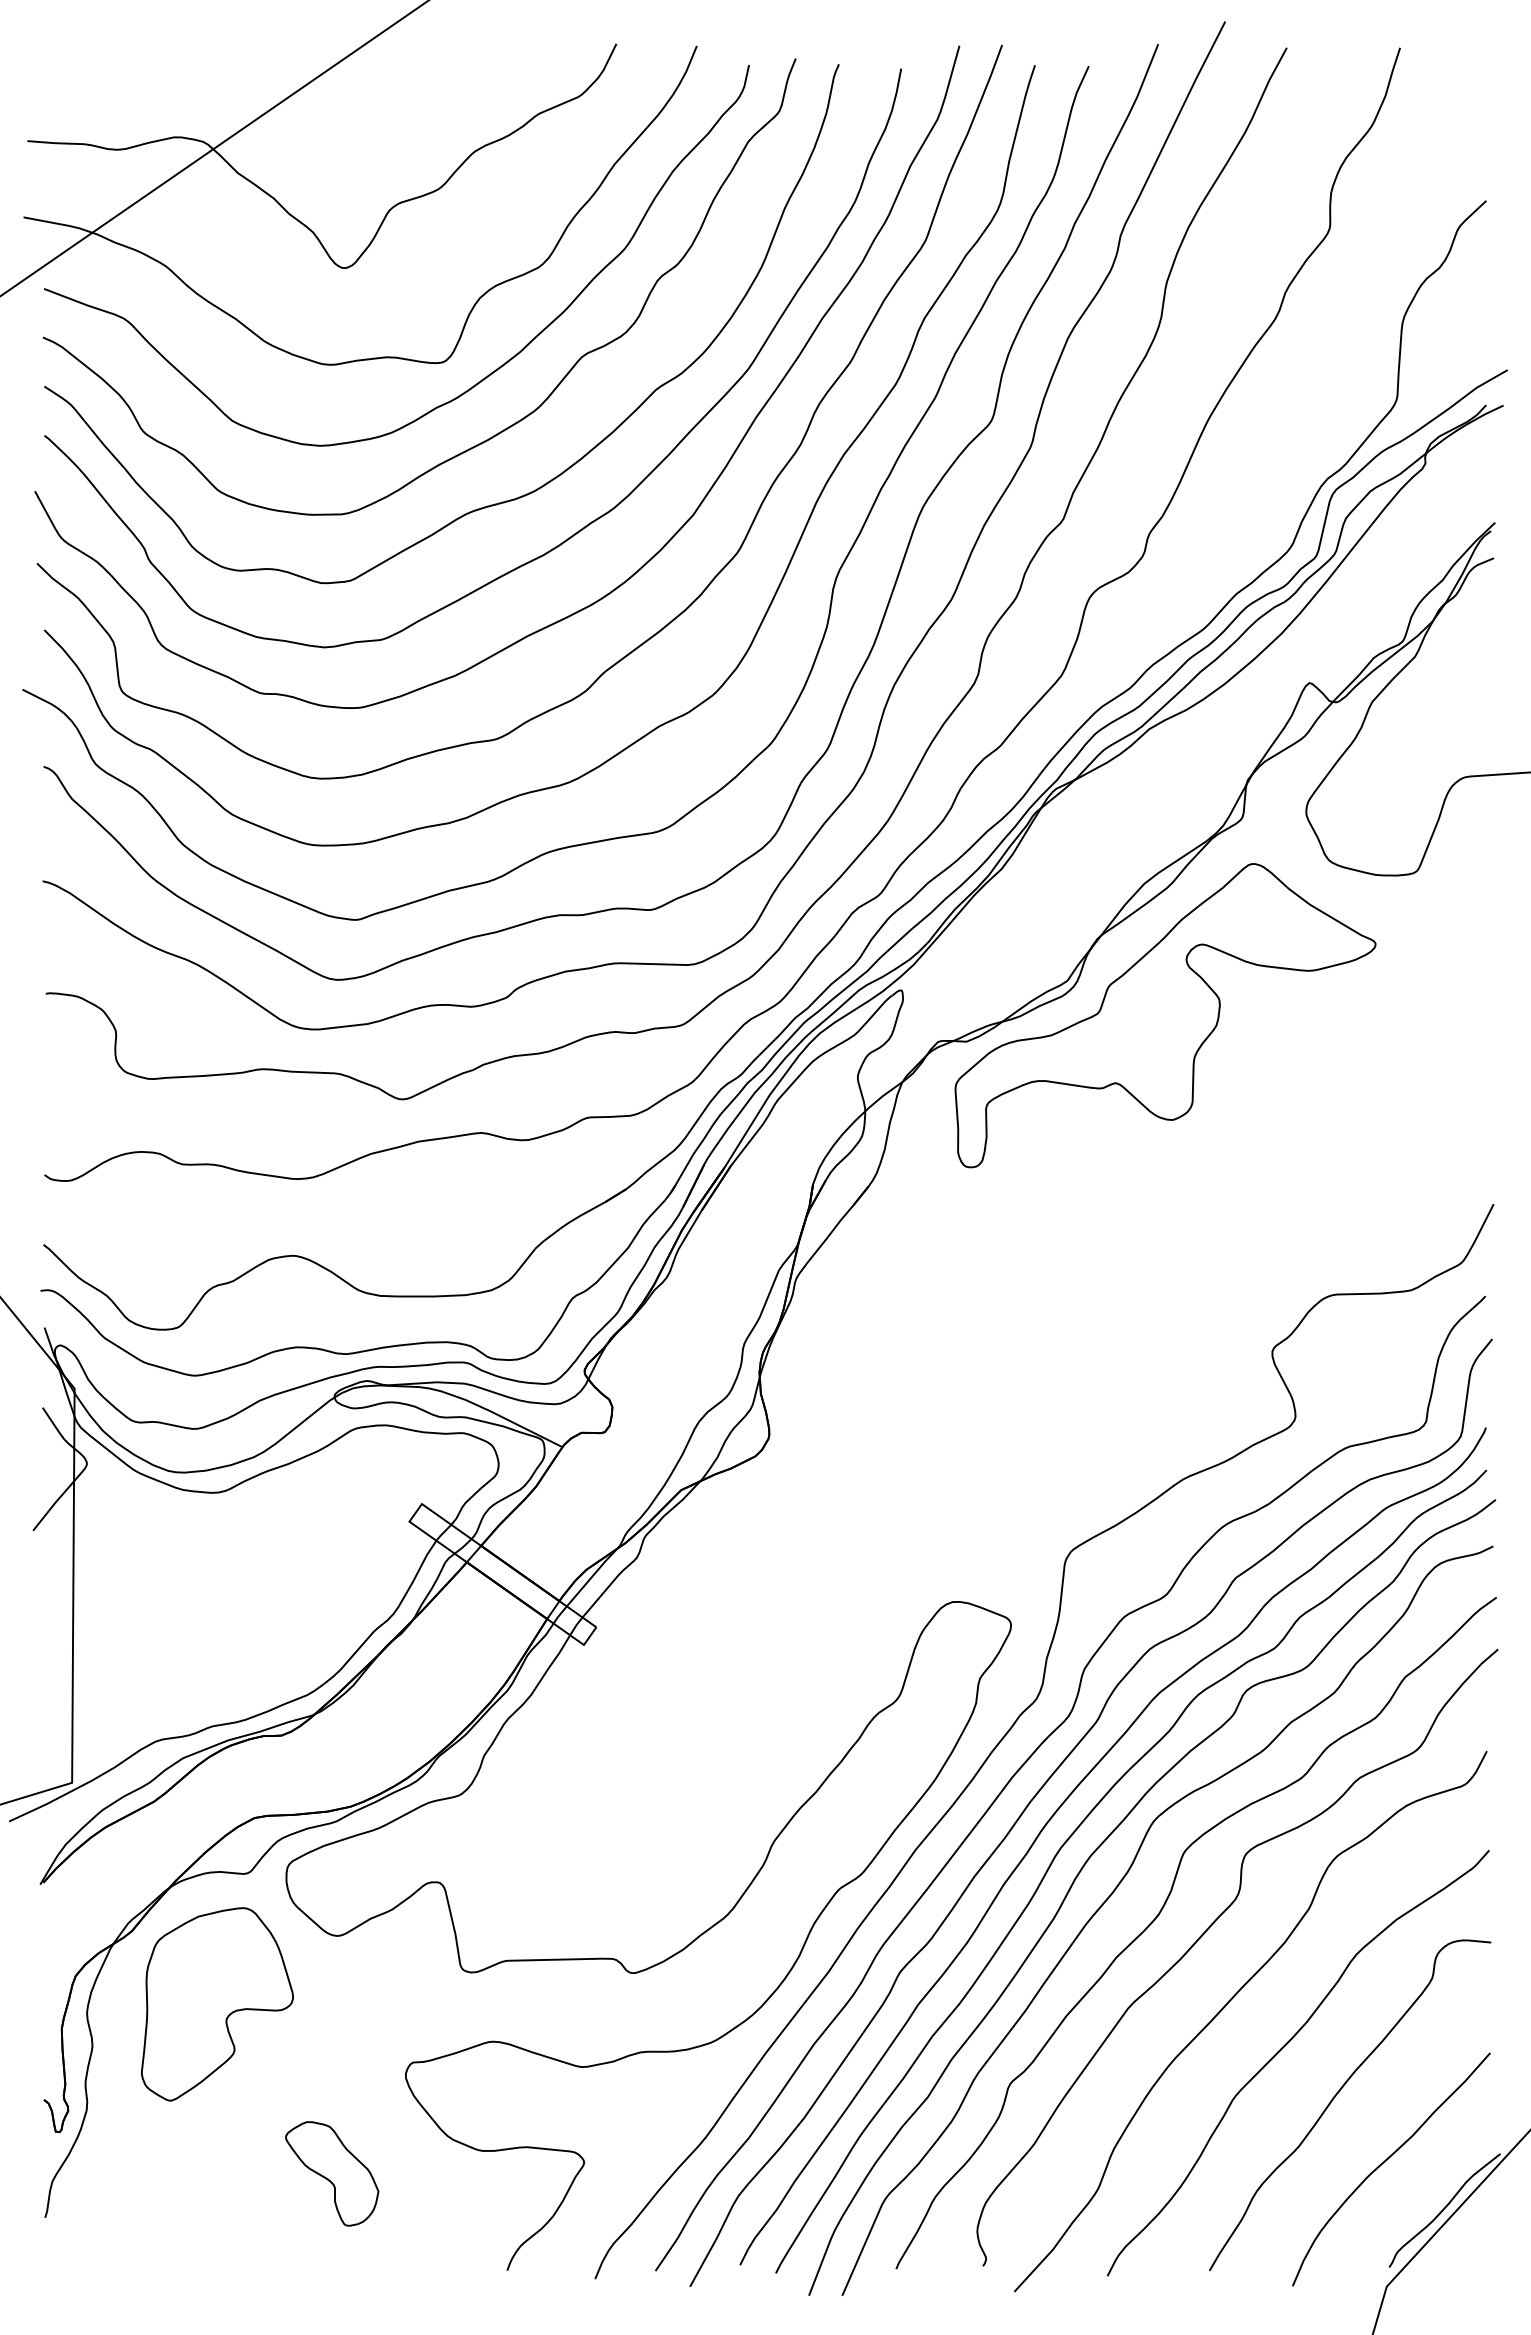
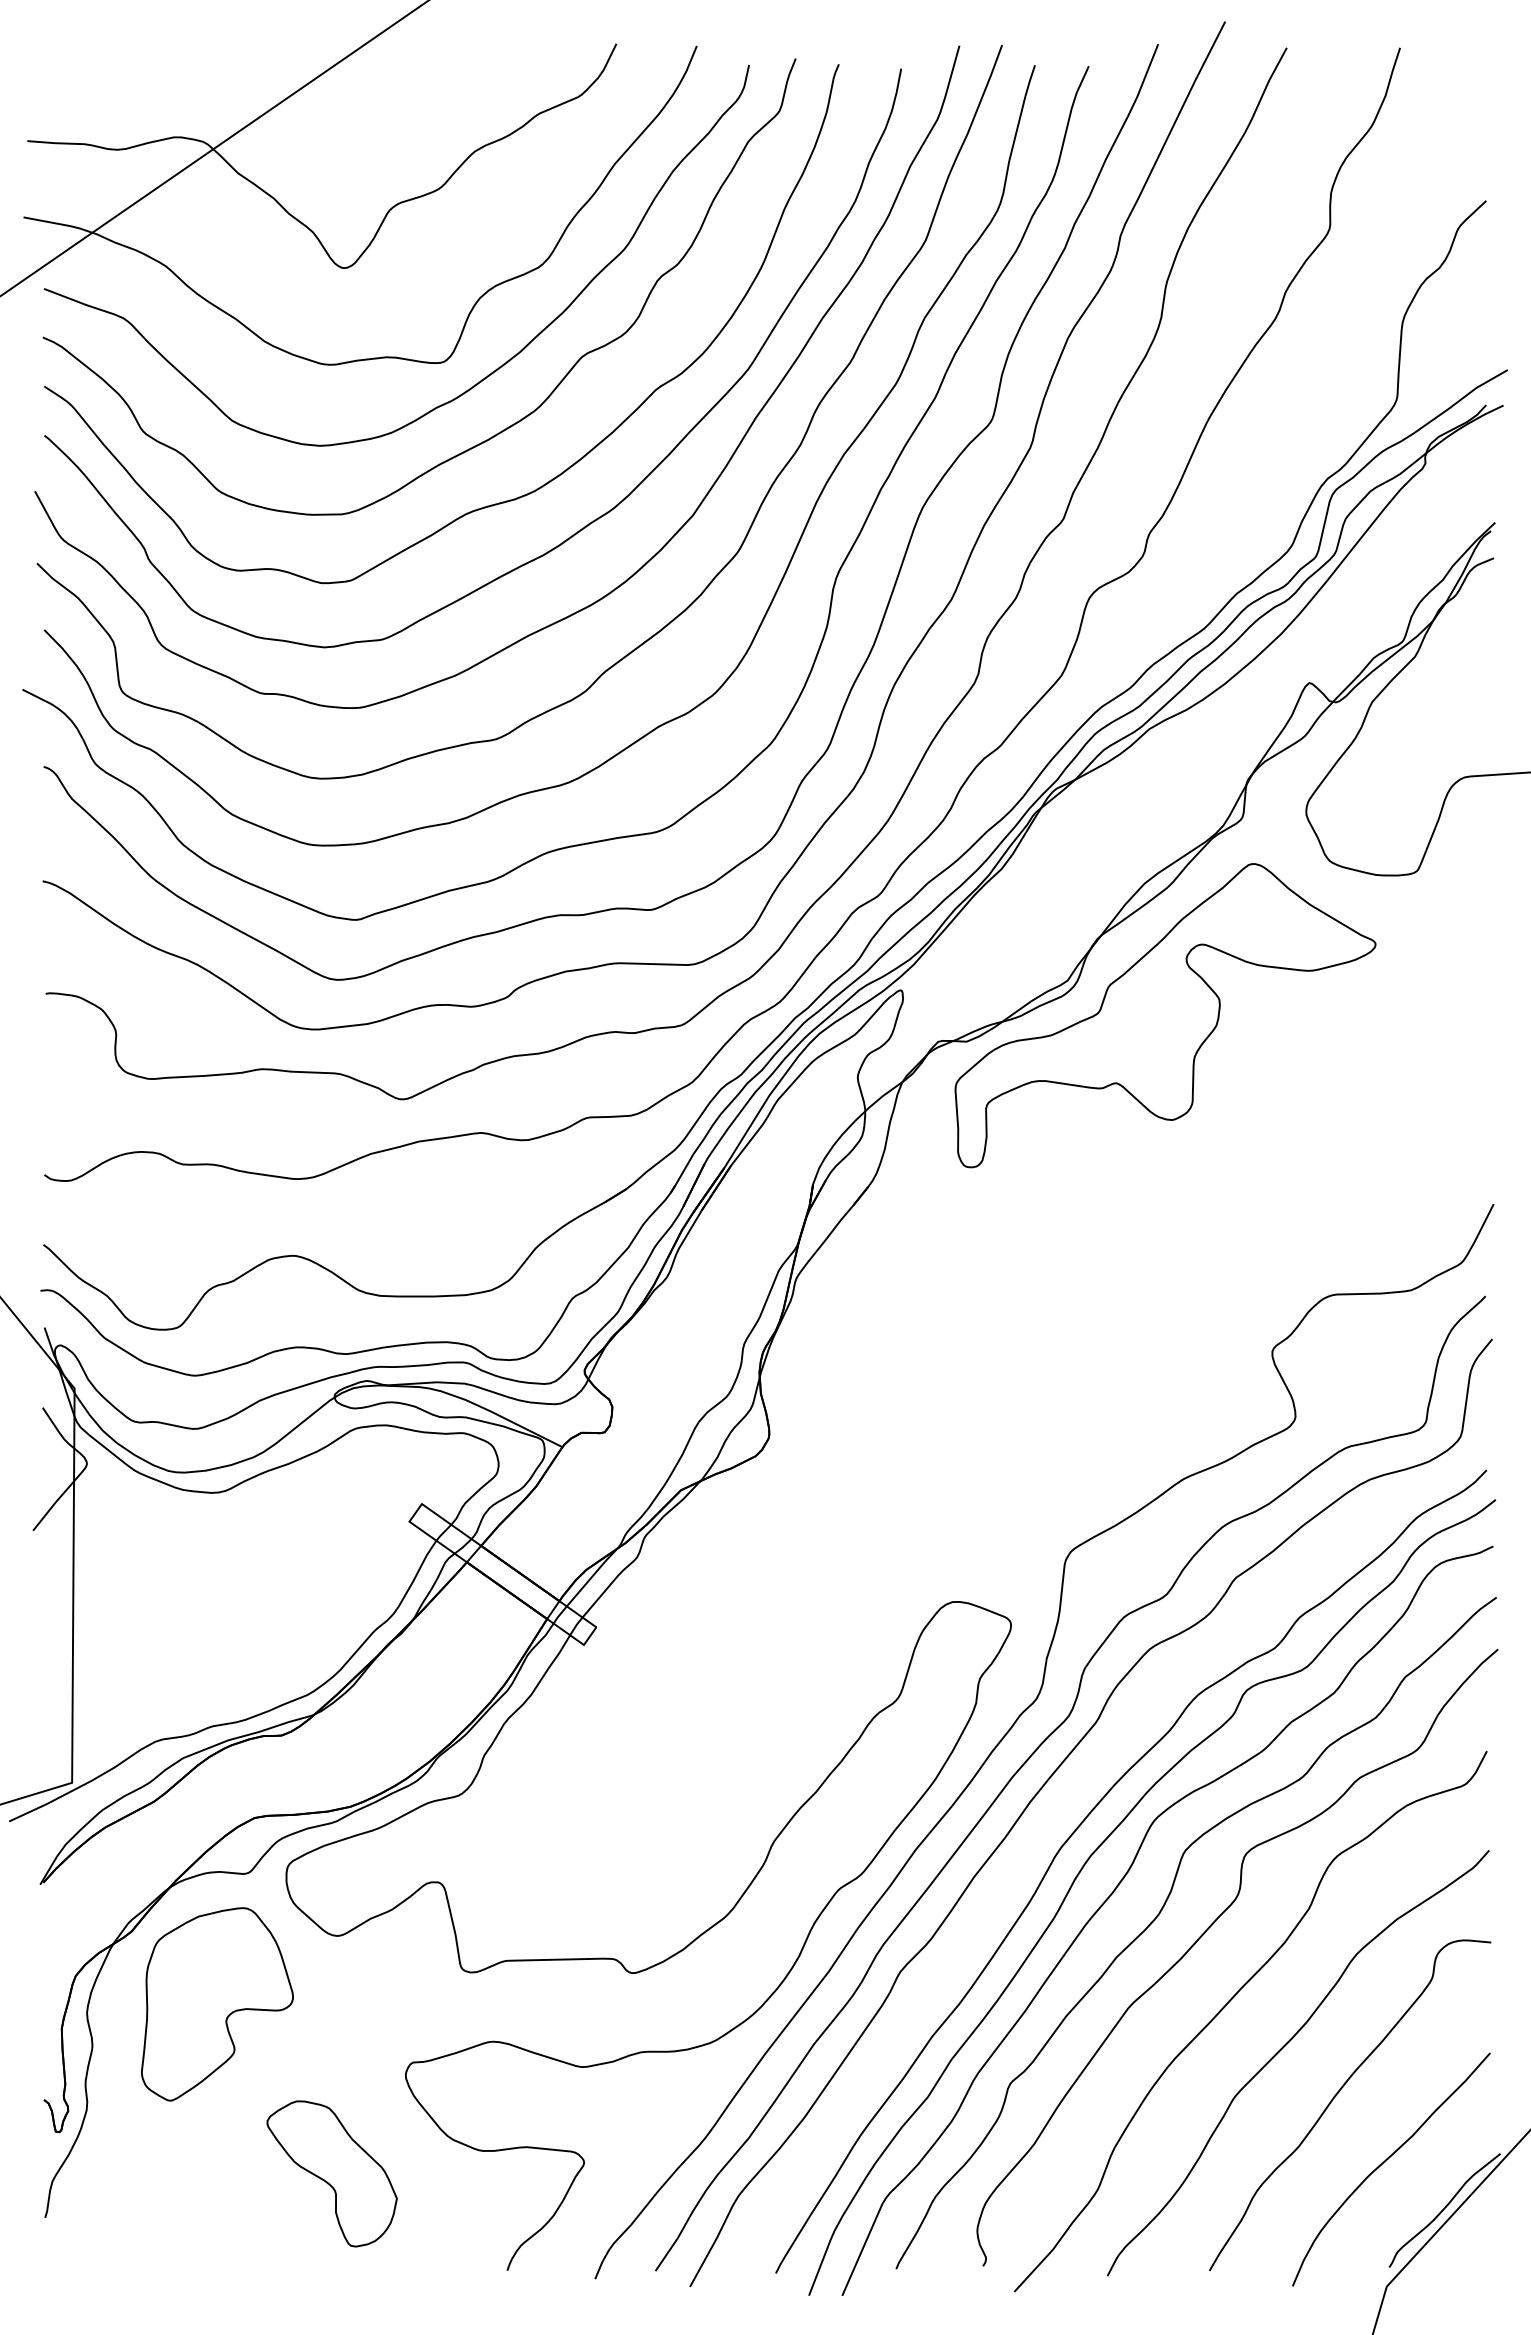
curve at (1064, 1803): present -> none
part at (332, 2173) size: 95x106 px -> 132x148 px
